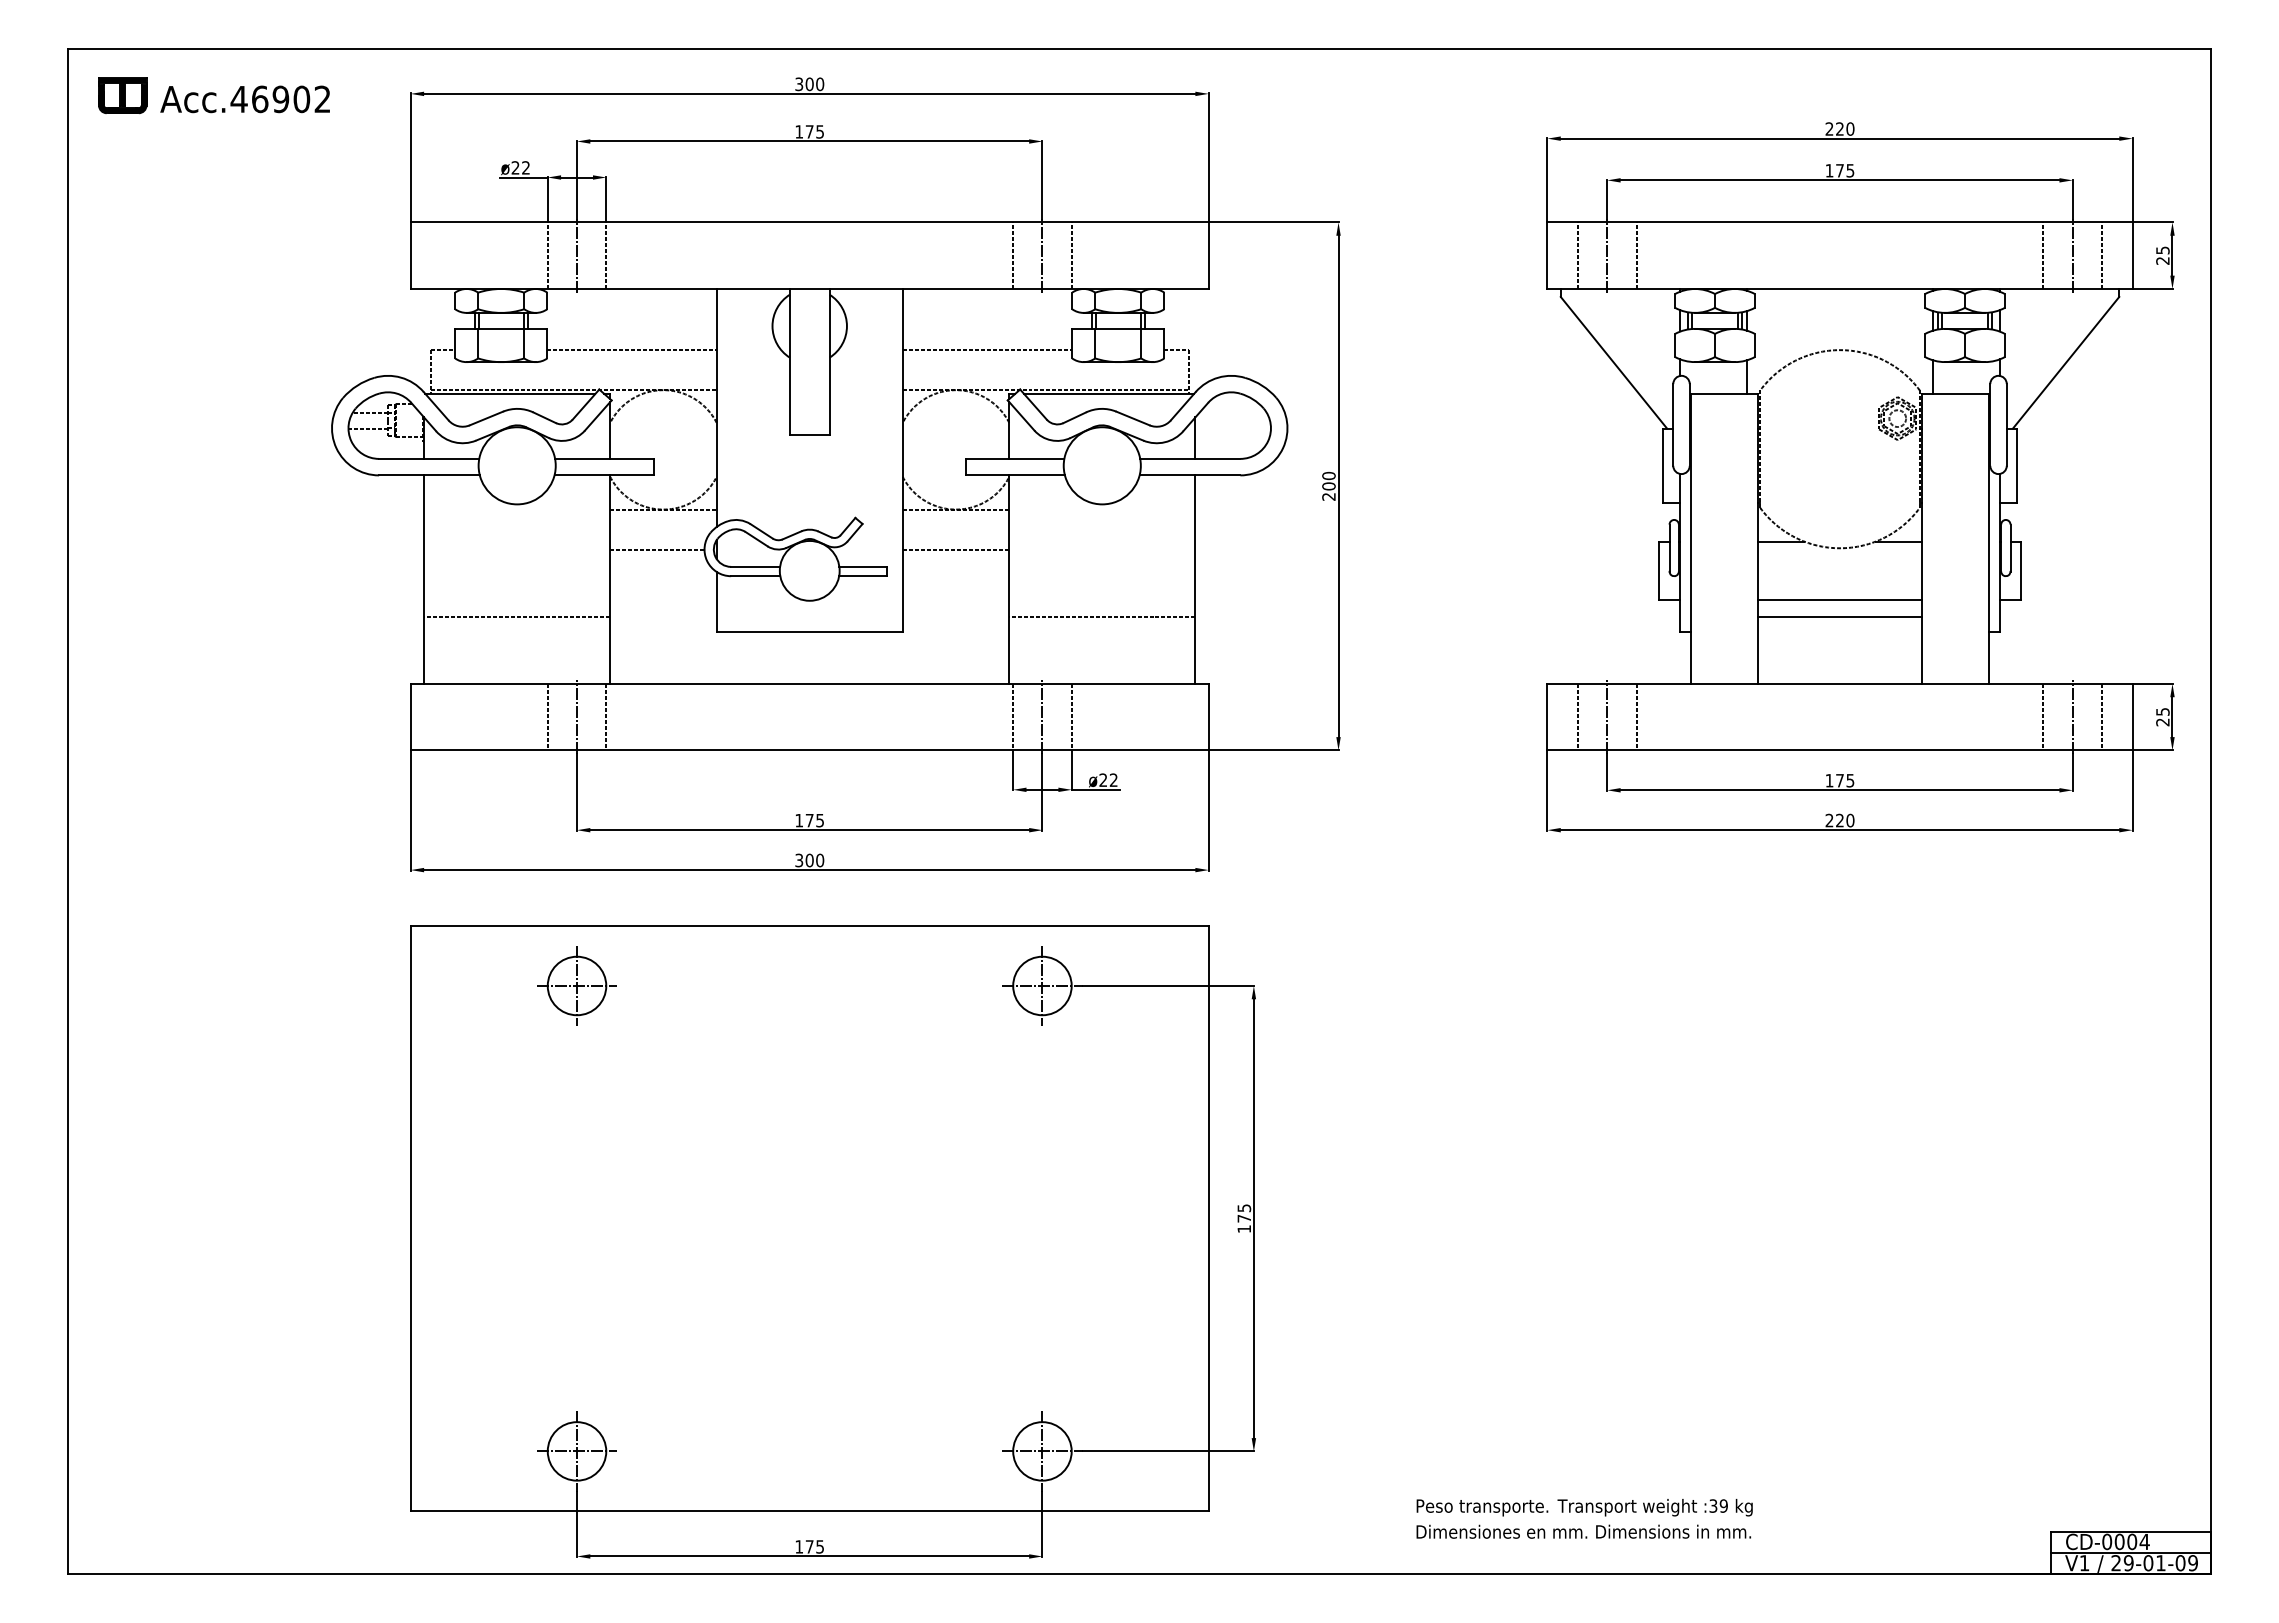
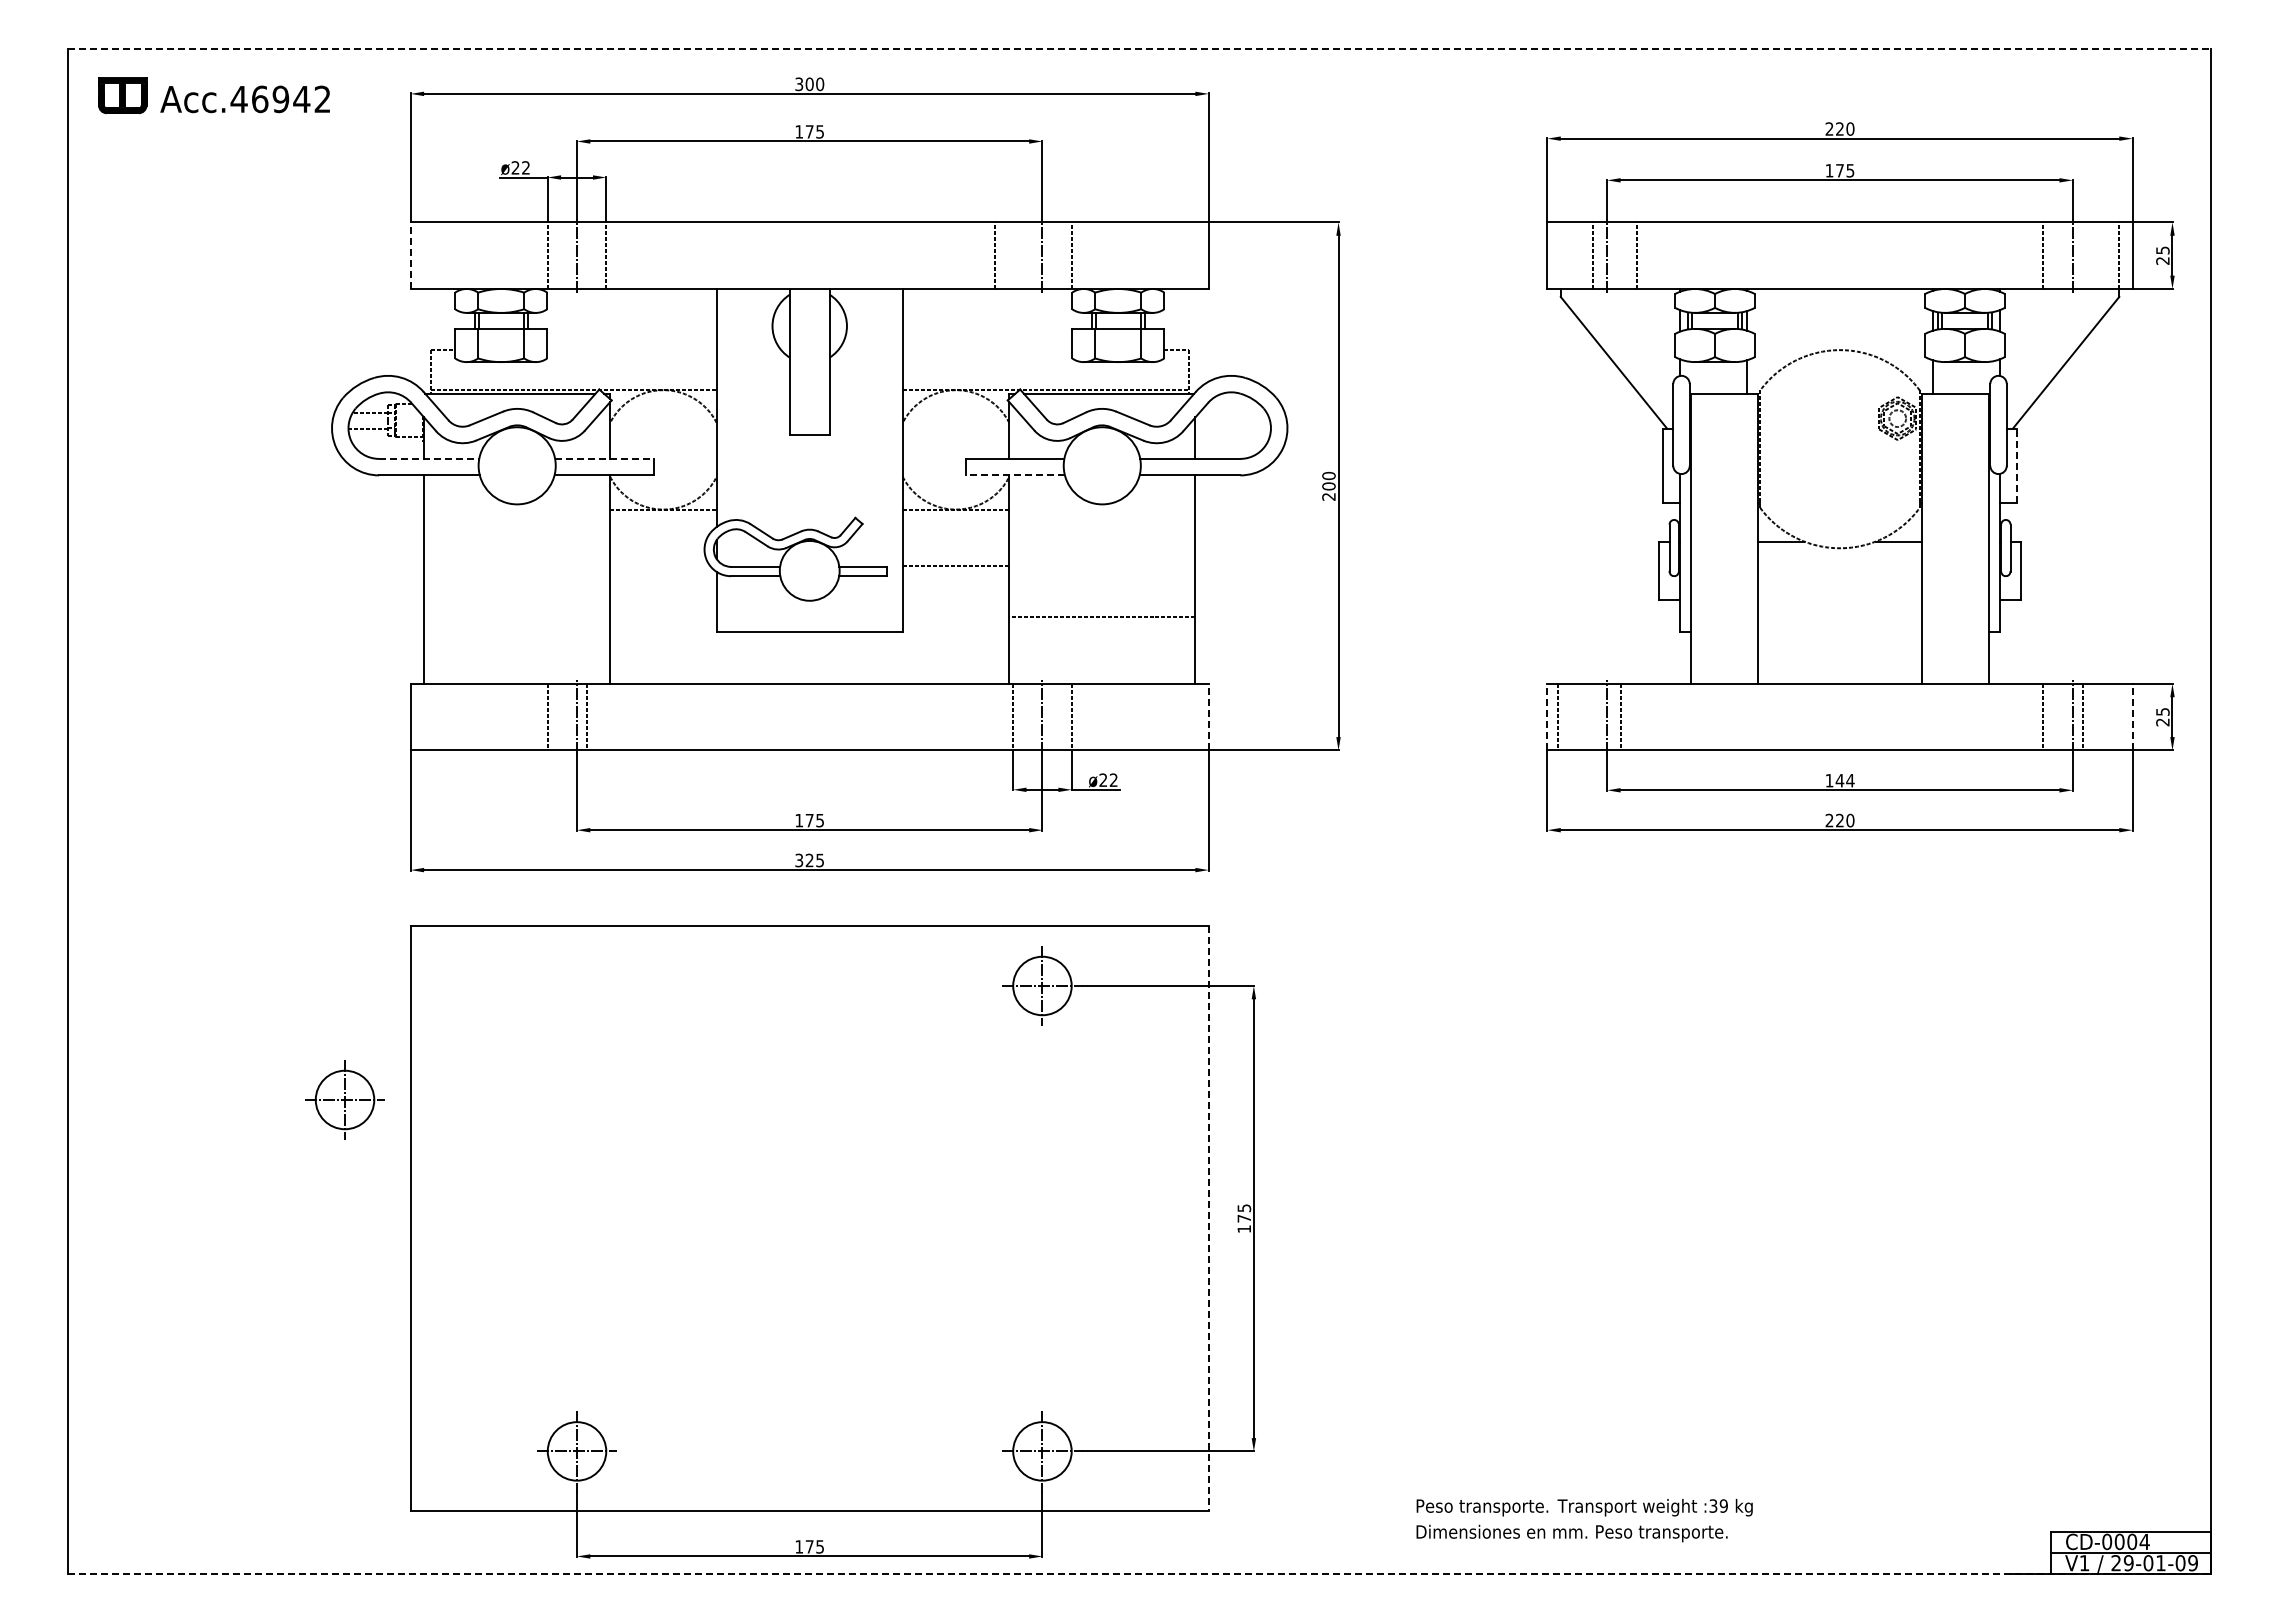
line at (1140, 48): solid -> dashed
text at (301, 99): Acc.46902 -> Acc.46942
line at (410, 255): solid -> dashed
line at (1013, 255) position: (1013, 255) -> (995, 255)
line at (1578, 255) position: (1578, 255) -> (1593, 255)
line at (2101, 255) position: (2101, 255) -> (2118, 255)
line at (631, 350): present -> none
line at (987, 350): present -> none
line at (429, 458): solid -> dashed
line at (604, 458): solid -> dashed
line at (2016, 465): solid -> dashed
line at (1015, 475): solid -> dashed
line at (657, 549): present -> none
line at (955, 549) position: (955, 549) -> (955, 565)
line at (1839, 600): present -> none
line at (517, 617): present -> none
line at (1839, 617): present -> none
line at (606, 716) position: (606, 716) -> (587, 716)
line at (1208, 716): solid -> dashed
line at (1547, 716): solid -> dashed
line at (1578, 716) position: (1578, 716) -> (1558, 716)
line at (1636, 716) position: (1636, 716) -> (1620, 716)
line at (2101, 716) position: (2101, 716) -> (2082, 716)
line at (2132, 716): solid -> dashed
text at (1844, 780): 175 -> 144
text at (814, 860): 300 -> 325
part at (576, 985) position: (576, 985) -> (344, 1099)
line at (1208, 1218): solid -> dashed
text at (1674, 1533): Dimensions in mm. -> Peso transporte.
line at (1140, 1574): solid -> dashed
